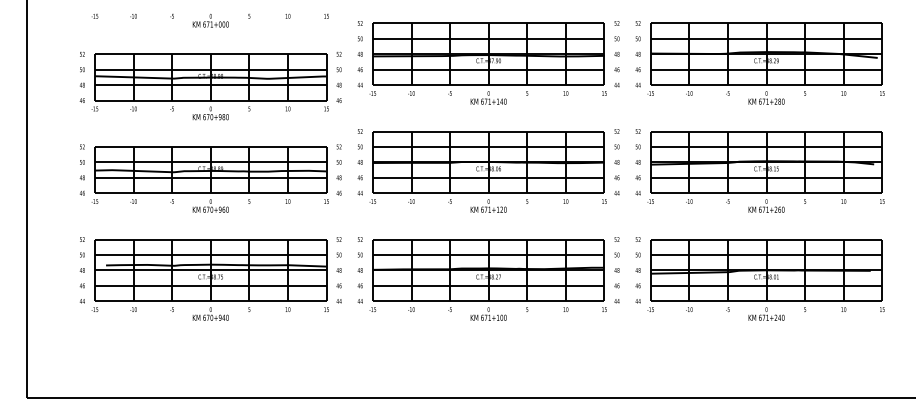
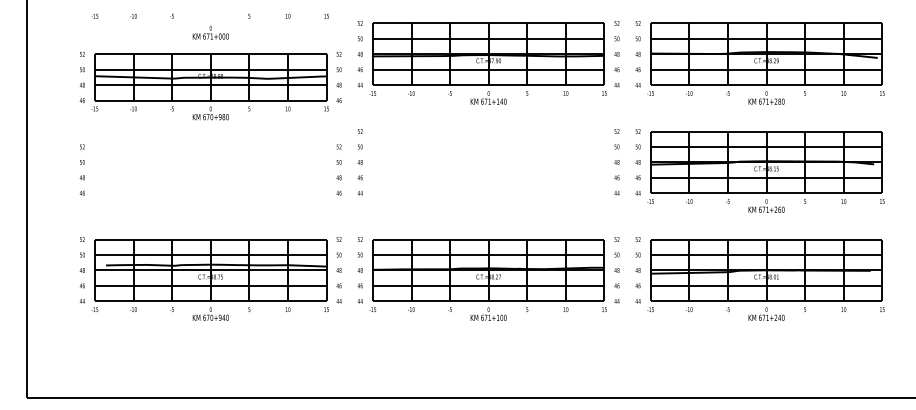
text at (210, 20) position: (210, 20) -> (210, 32)
part at (487, 171): present -> none
part at (209, 179): present -> none
